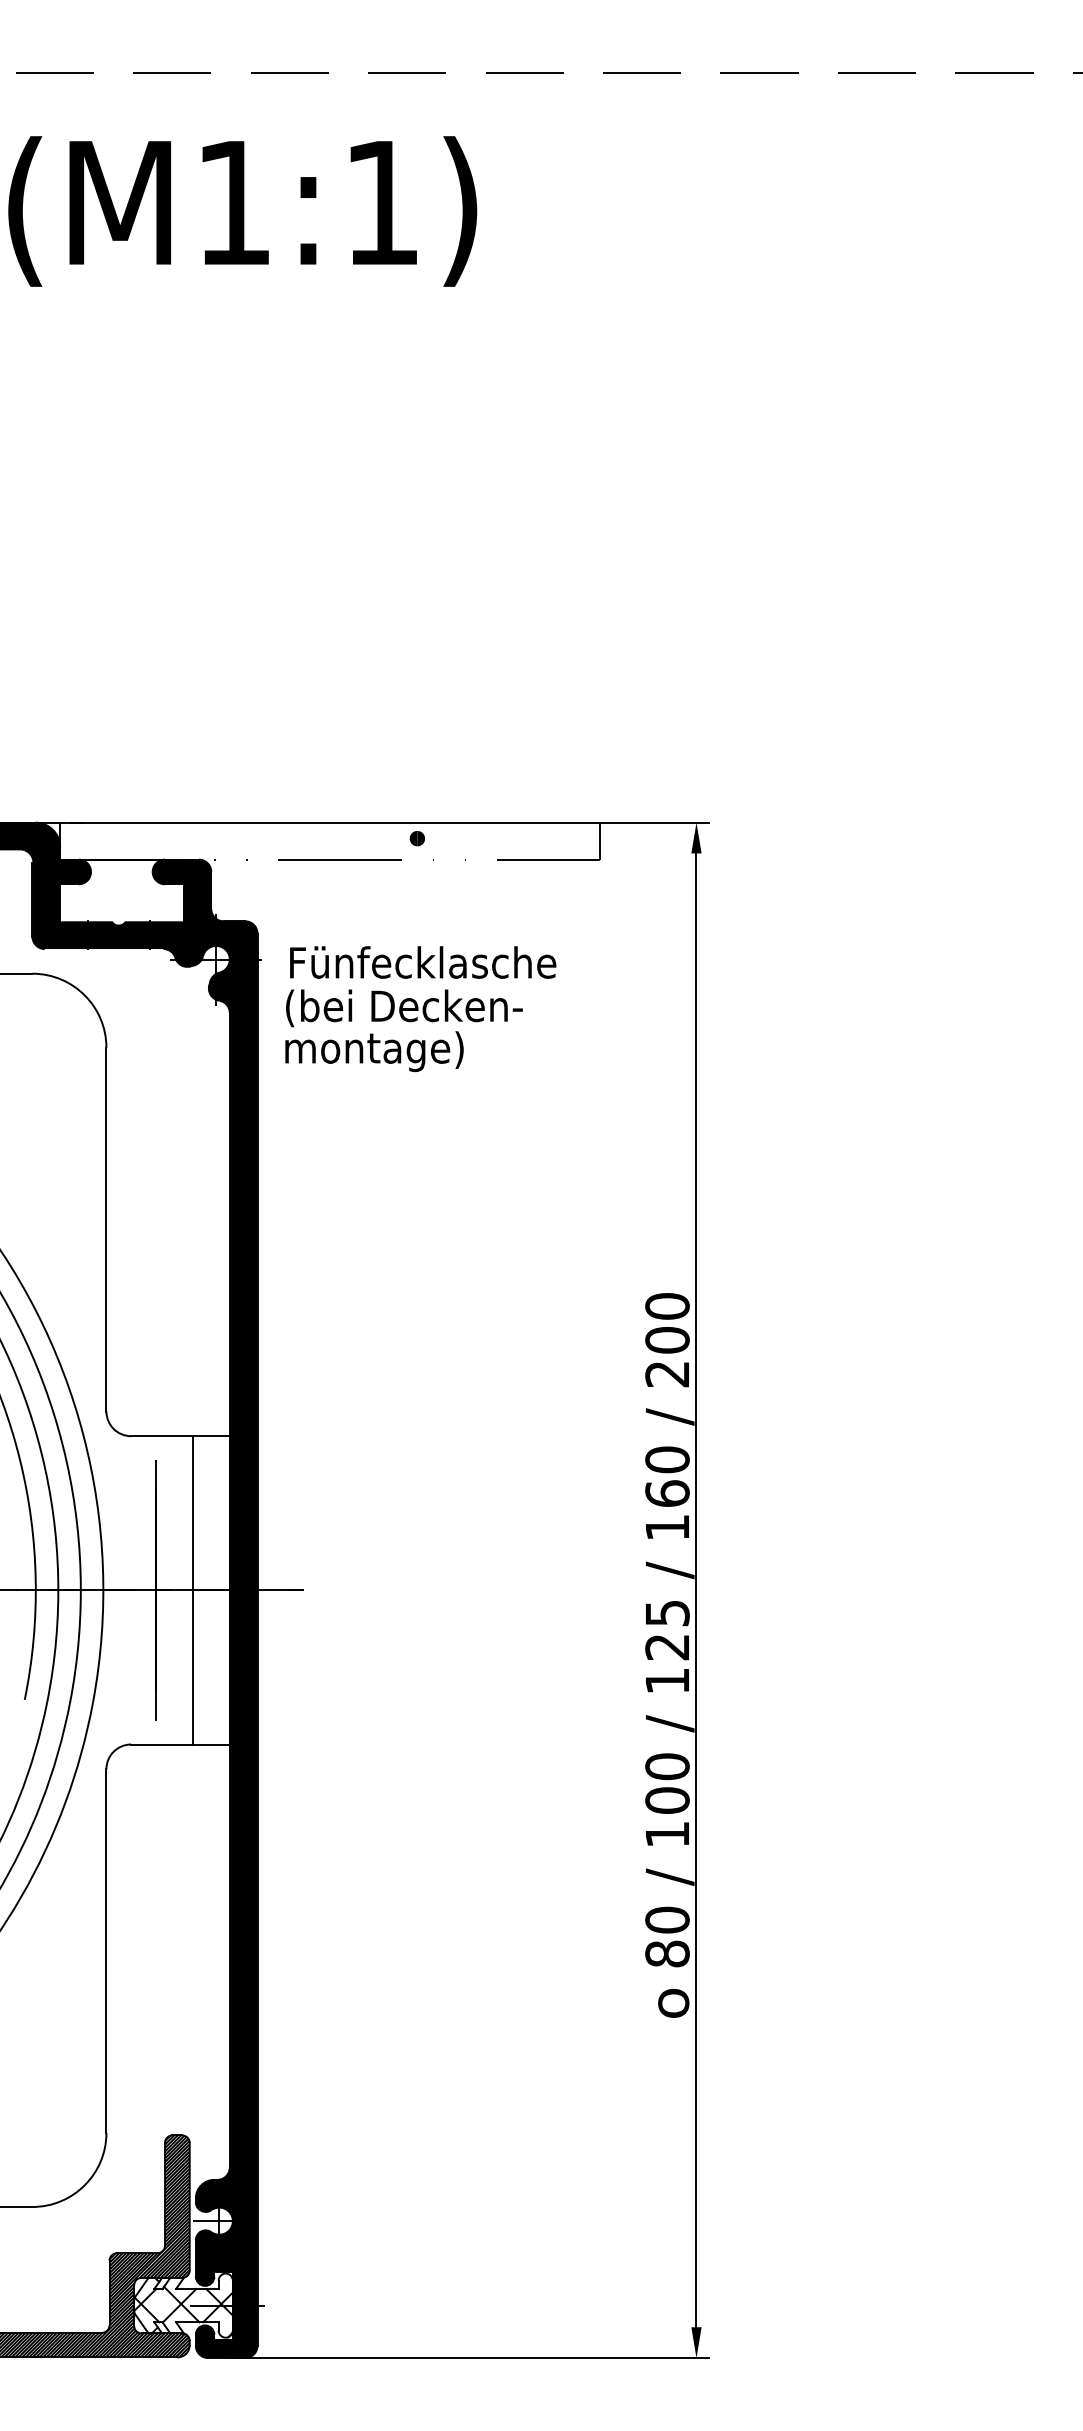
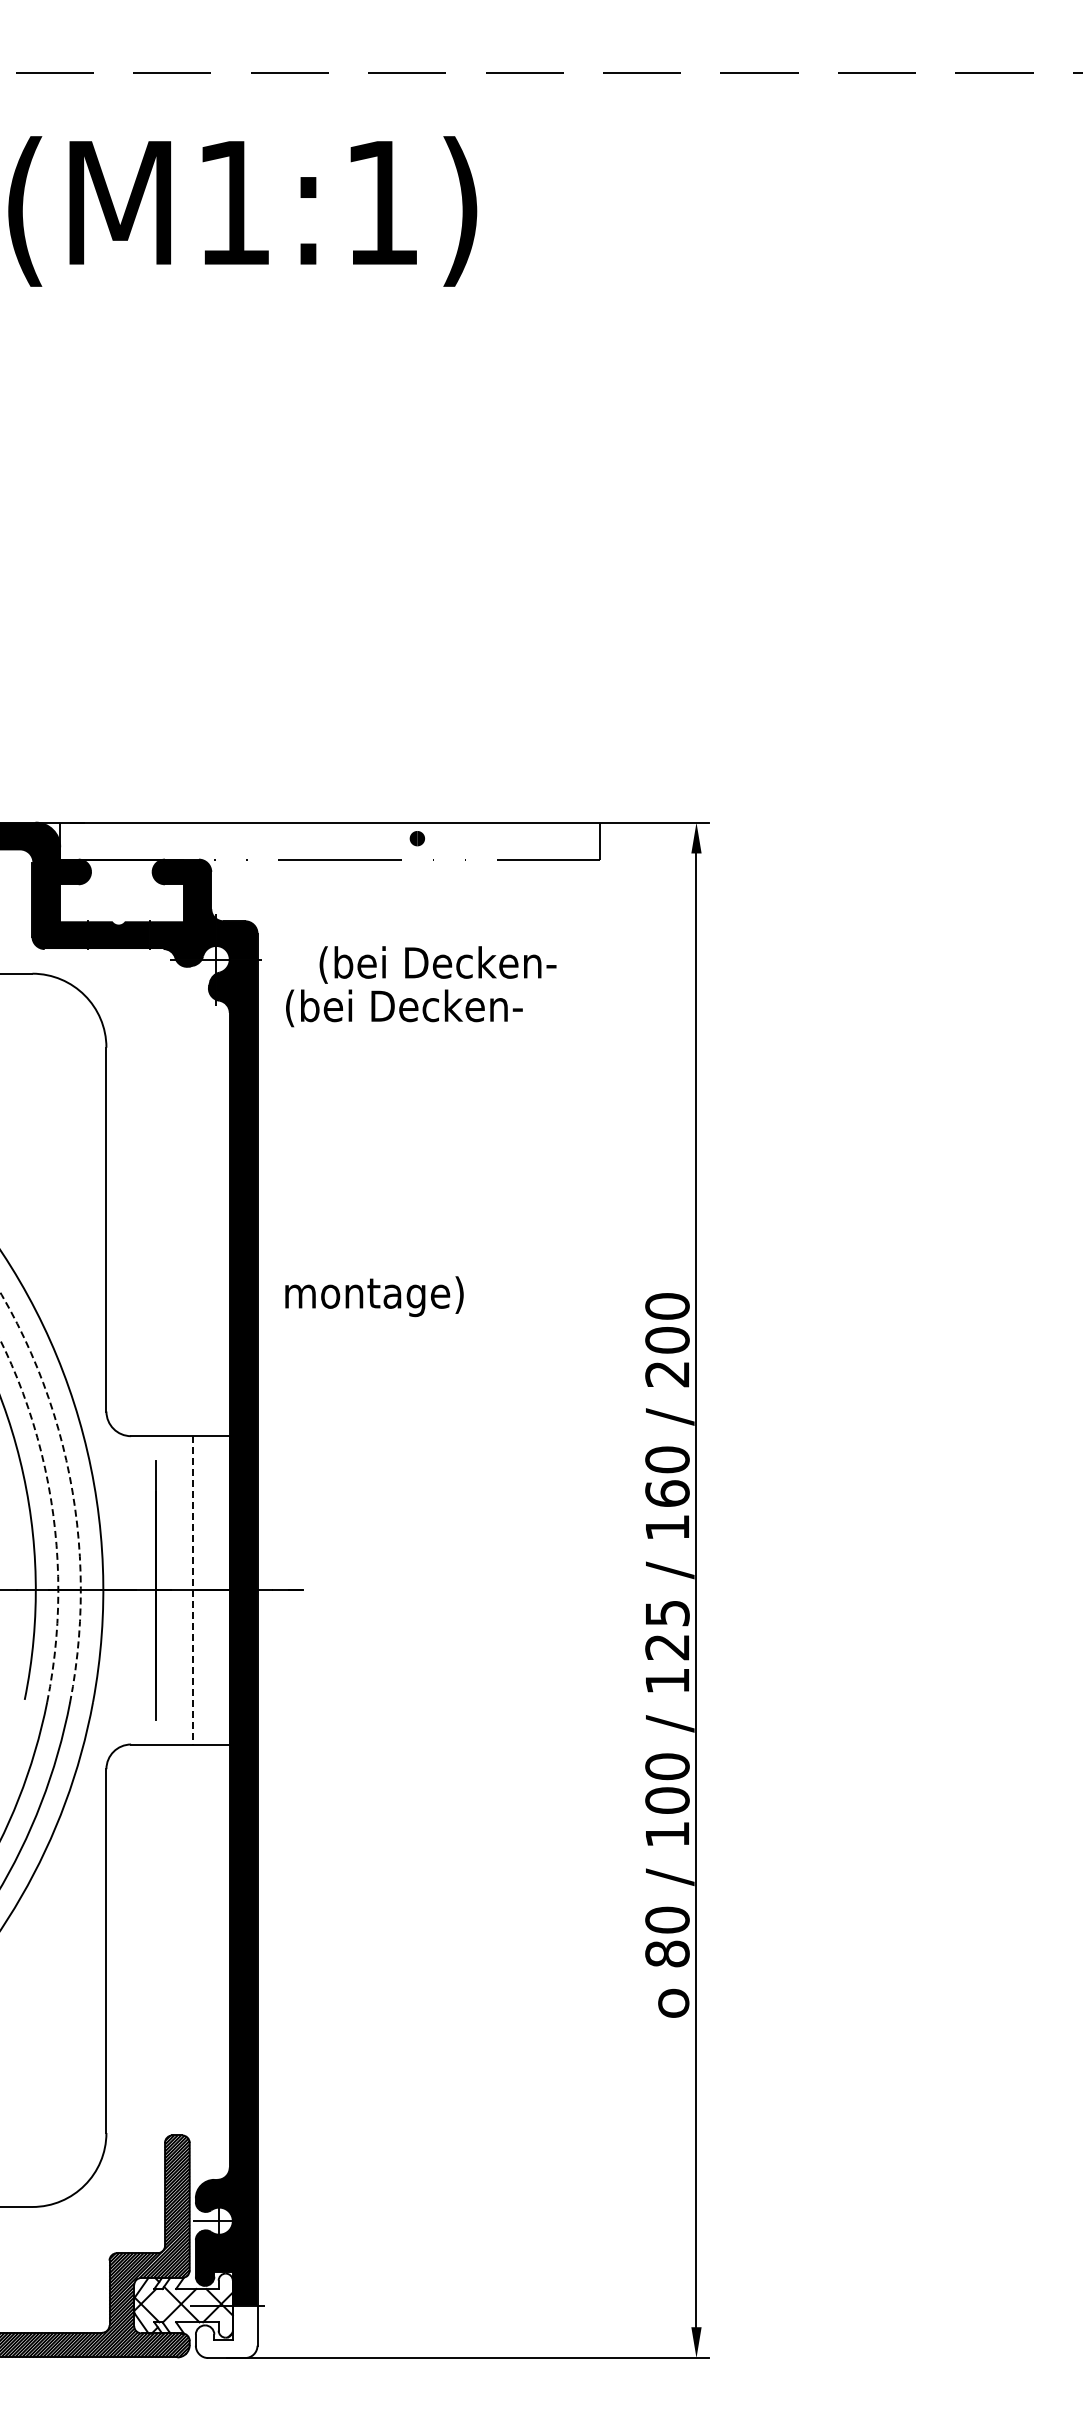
text at (423, 964): Fünfecklasche -> (bei Decken-
text at (374, 1051) position: (374, 1051) -> (374, 1296)
arc at (72, 1490): solid -> dashed
arc at (53, 1516): solid -> dashed
line at (192, 1590): solid -> dashed
fill at (226, 2331): present -> none
